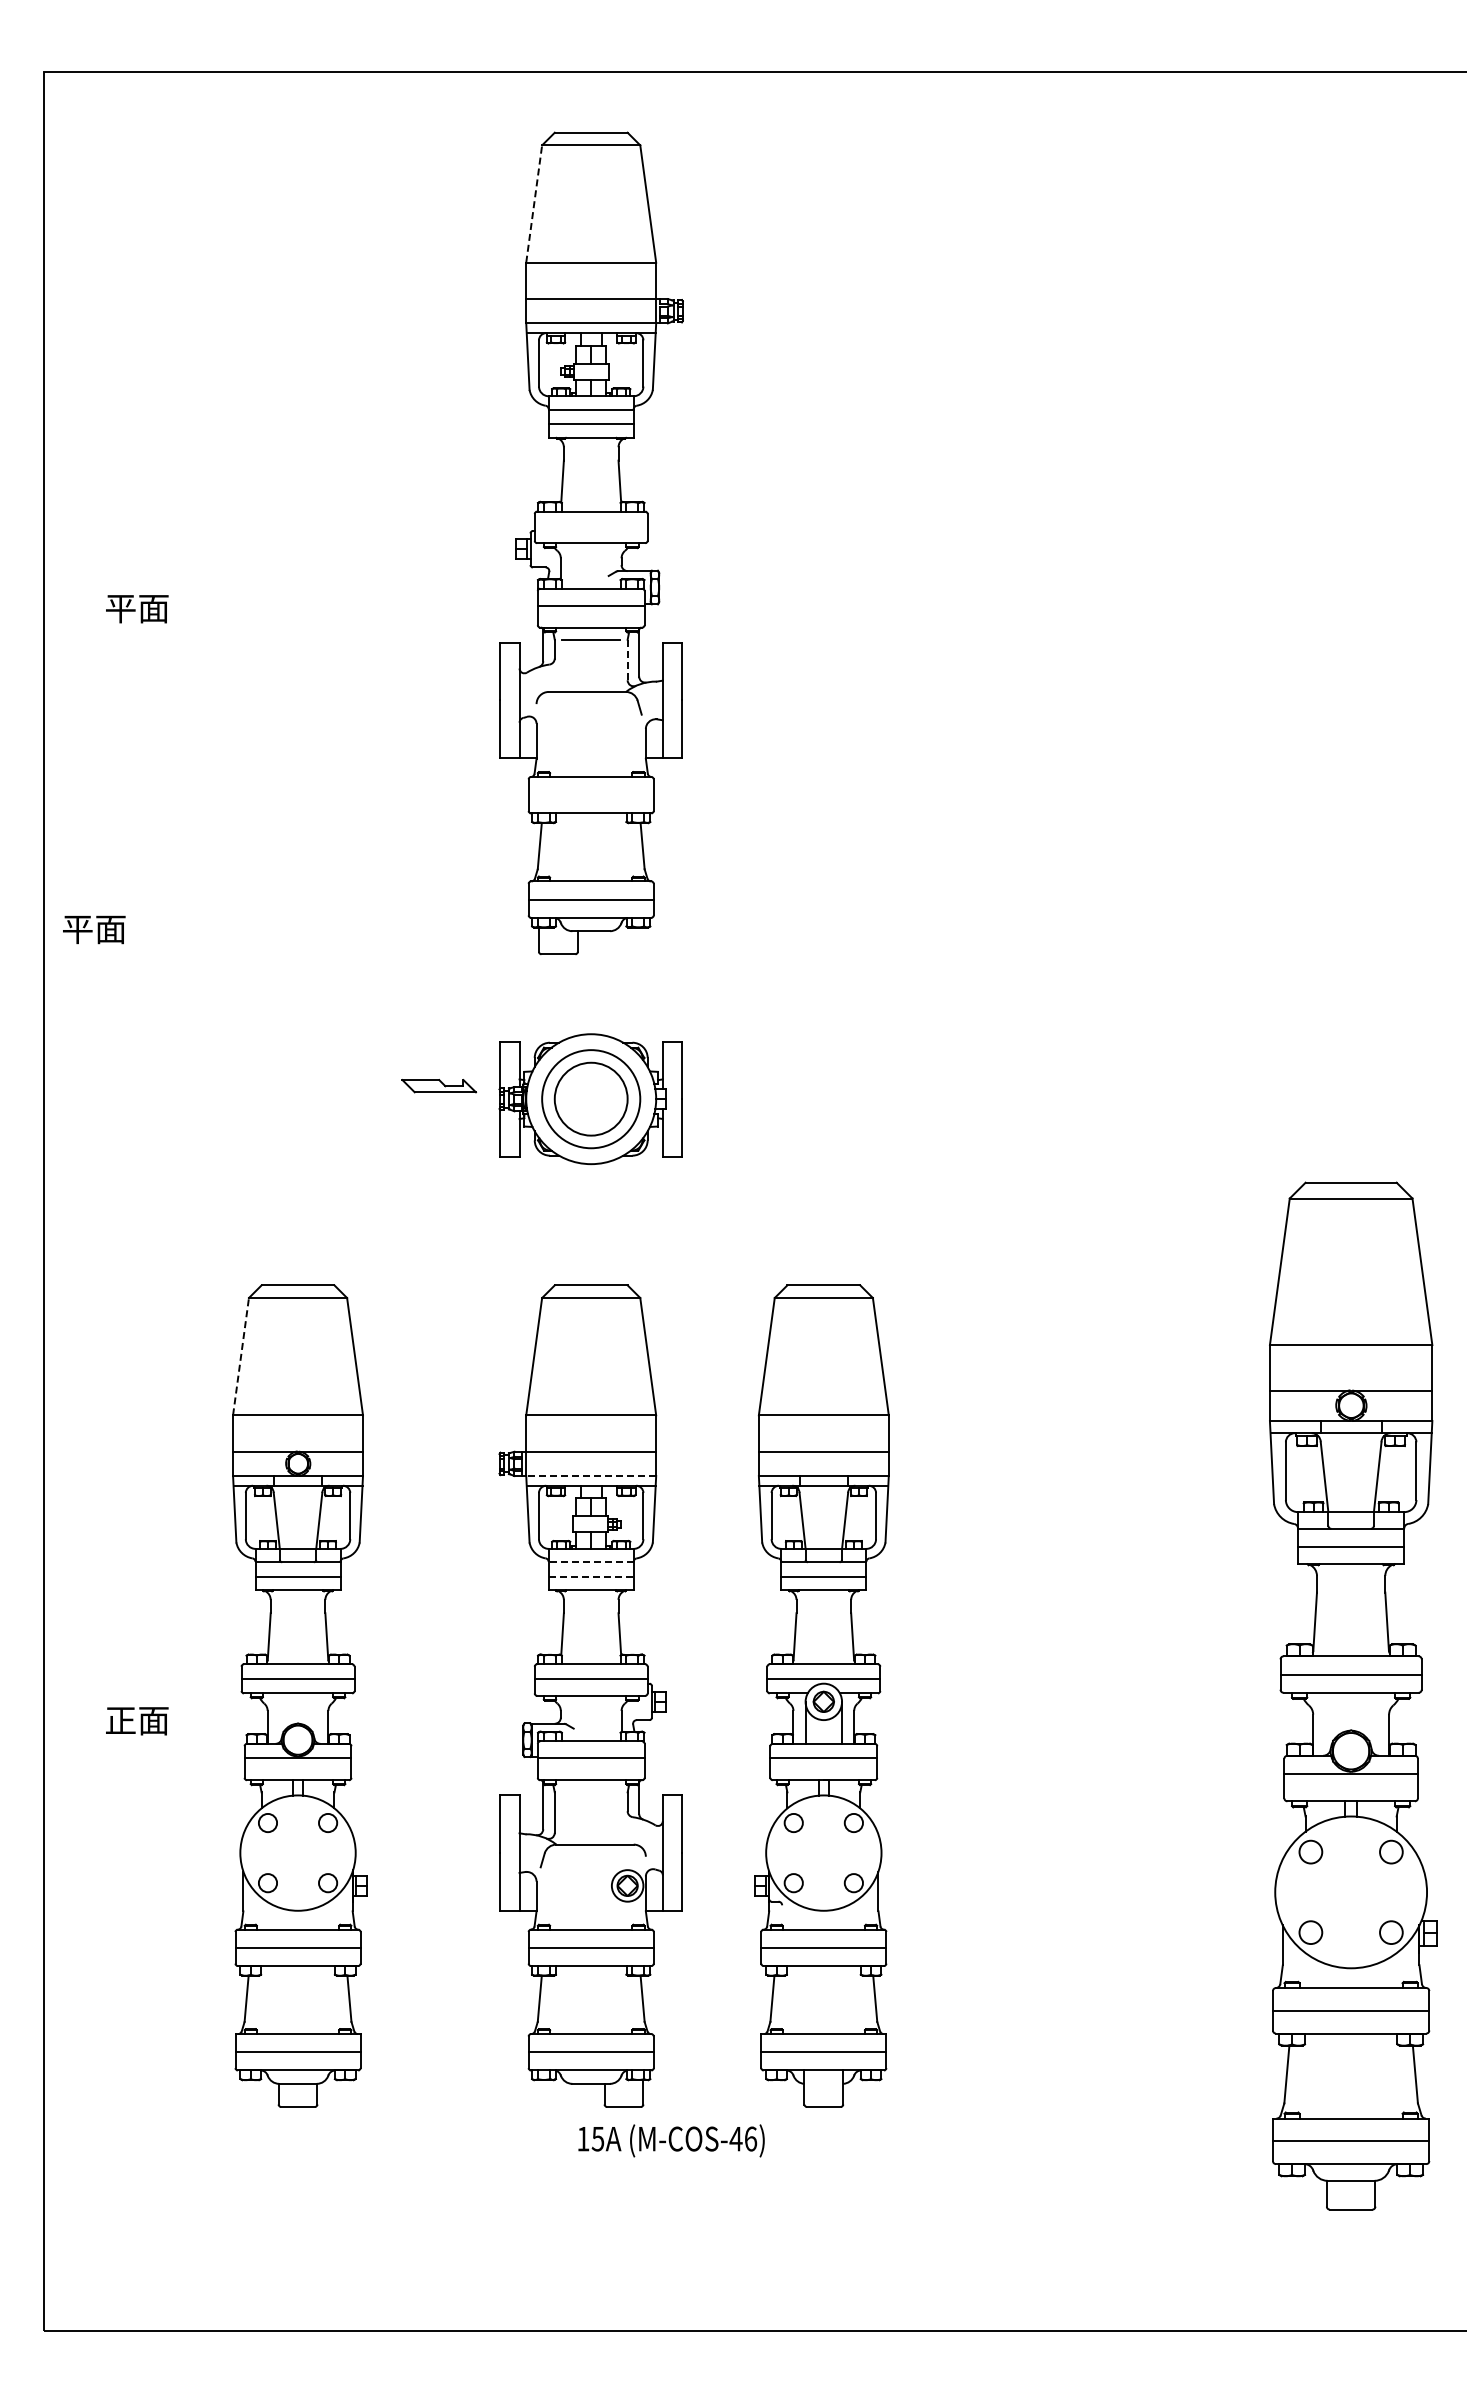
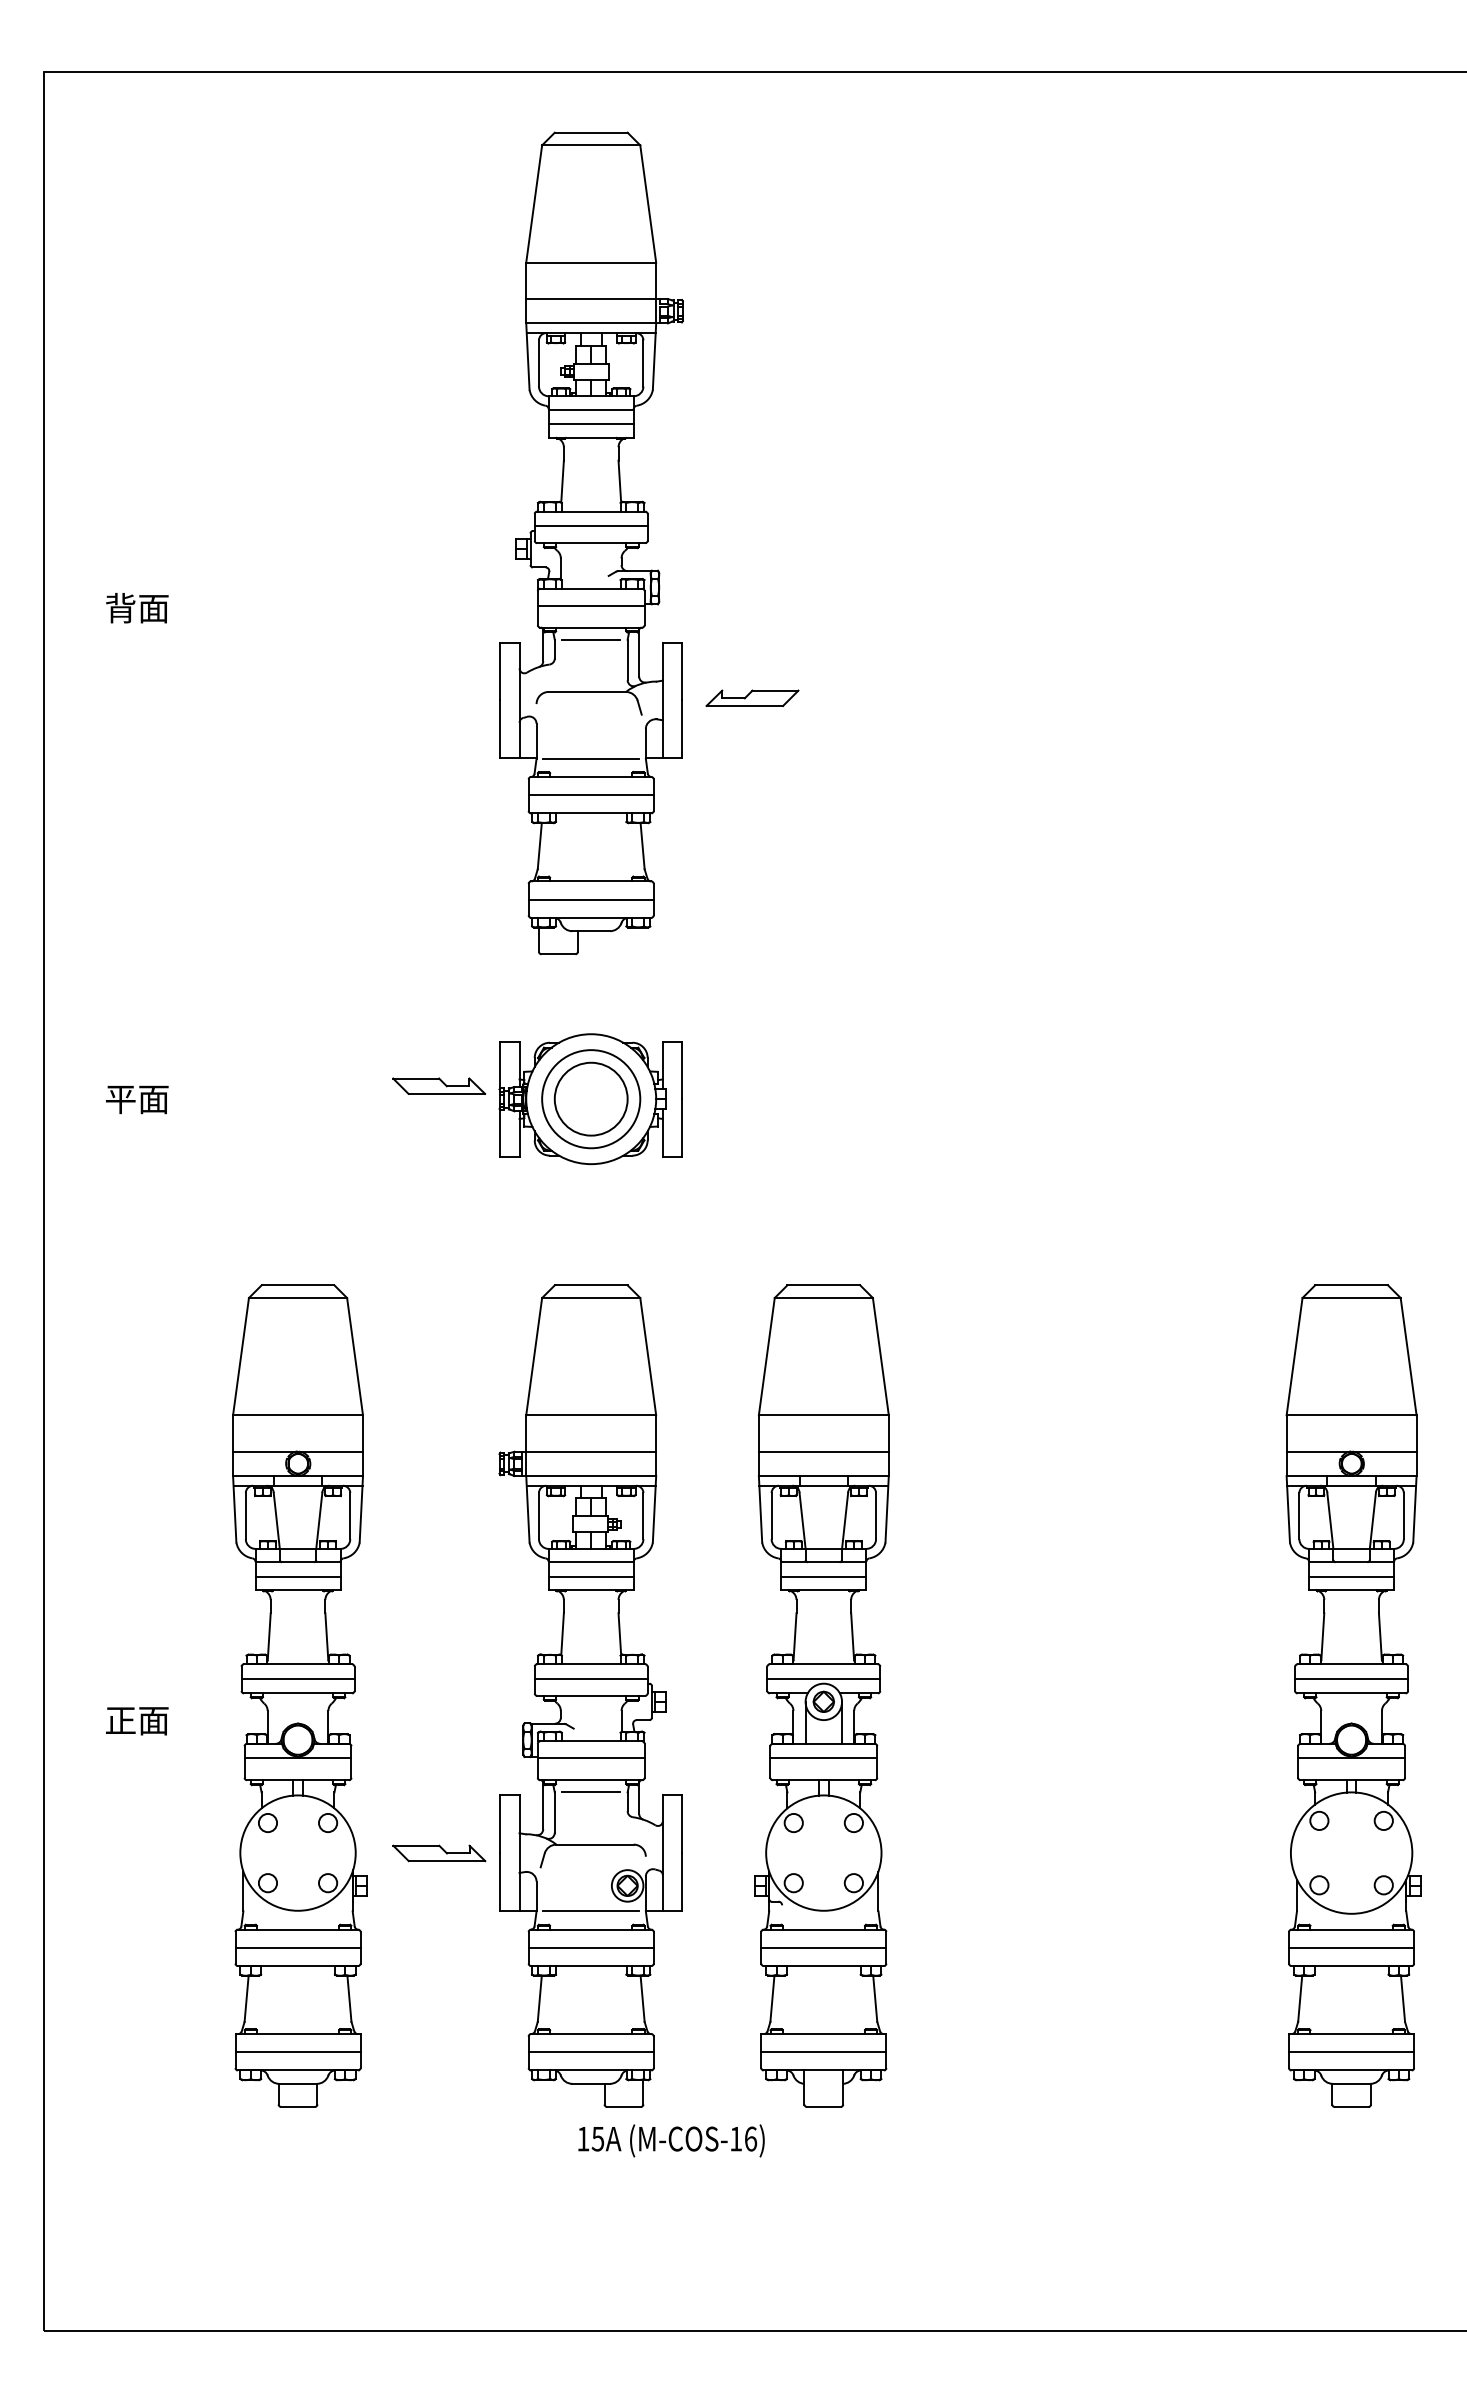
line at (534, 203): dashed -> solid
line at (590, 526): none -> present
text at (120, 607): 平面 -> 背面
line at (627, 660): dashed -> solid
part at (752, 697): none -> present
line at (591, 758): none -> present
line at (590, 795): none -> present
text at (94, 929) position: (94, 929) -> (137, 1099)
part at (438, 1086) size: 76x15 px -> 95x18 px
line at (241, 1356): dashed -> solid
line at (591, 1476): dashed -> solid
line at (591, 1562): dashed -> solid
line at (591, 1576): dashed -> solid
part at (1353, 1695) size: 169x1030 px -> 137x824 px
line at (590, 1792): none -> present
part at (439, 1853): none -> present
line at (591, 1911): none -> present
text at (735, 2139): (M-COS-46) -> (M-COS-16)
